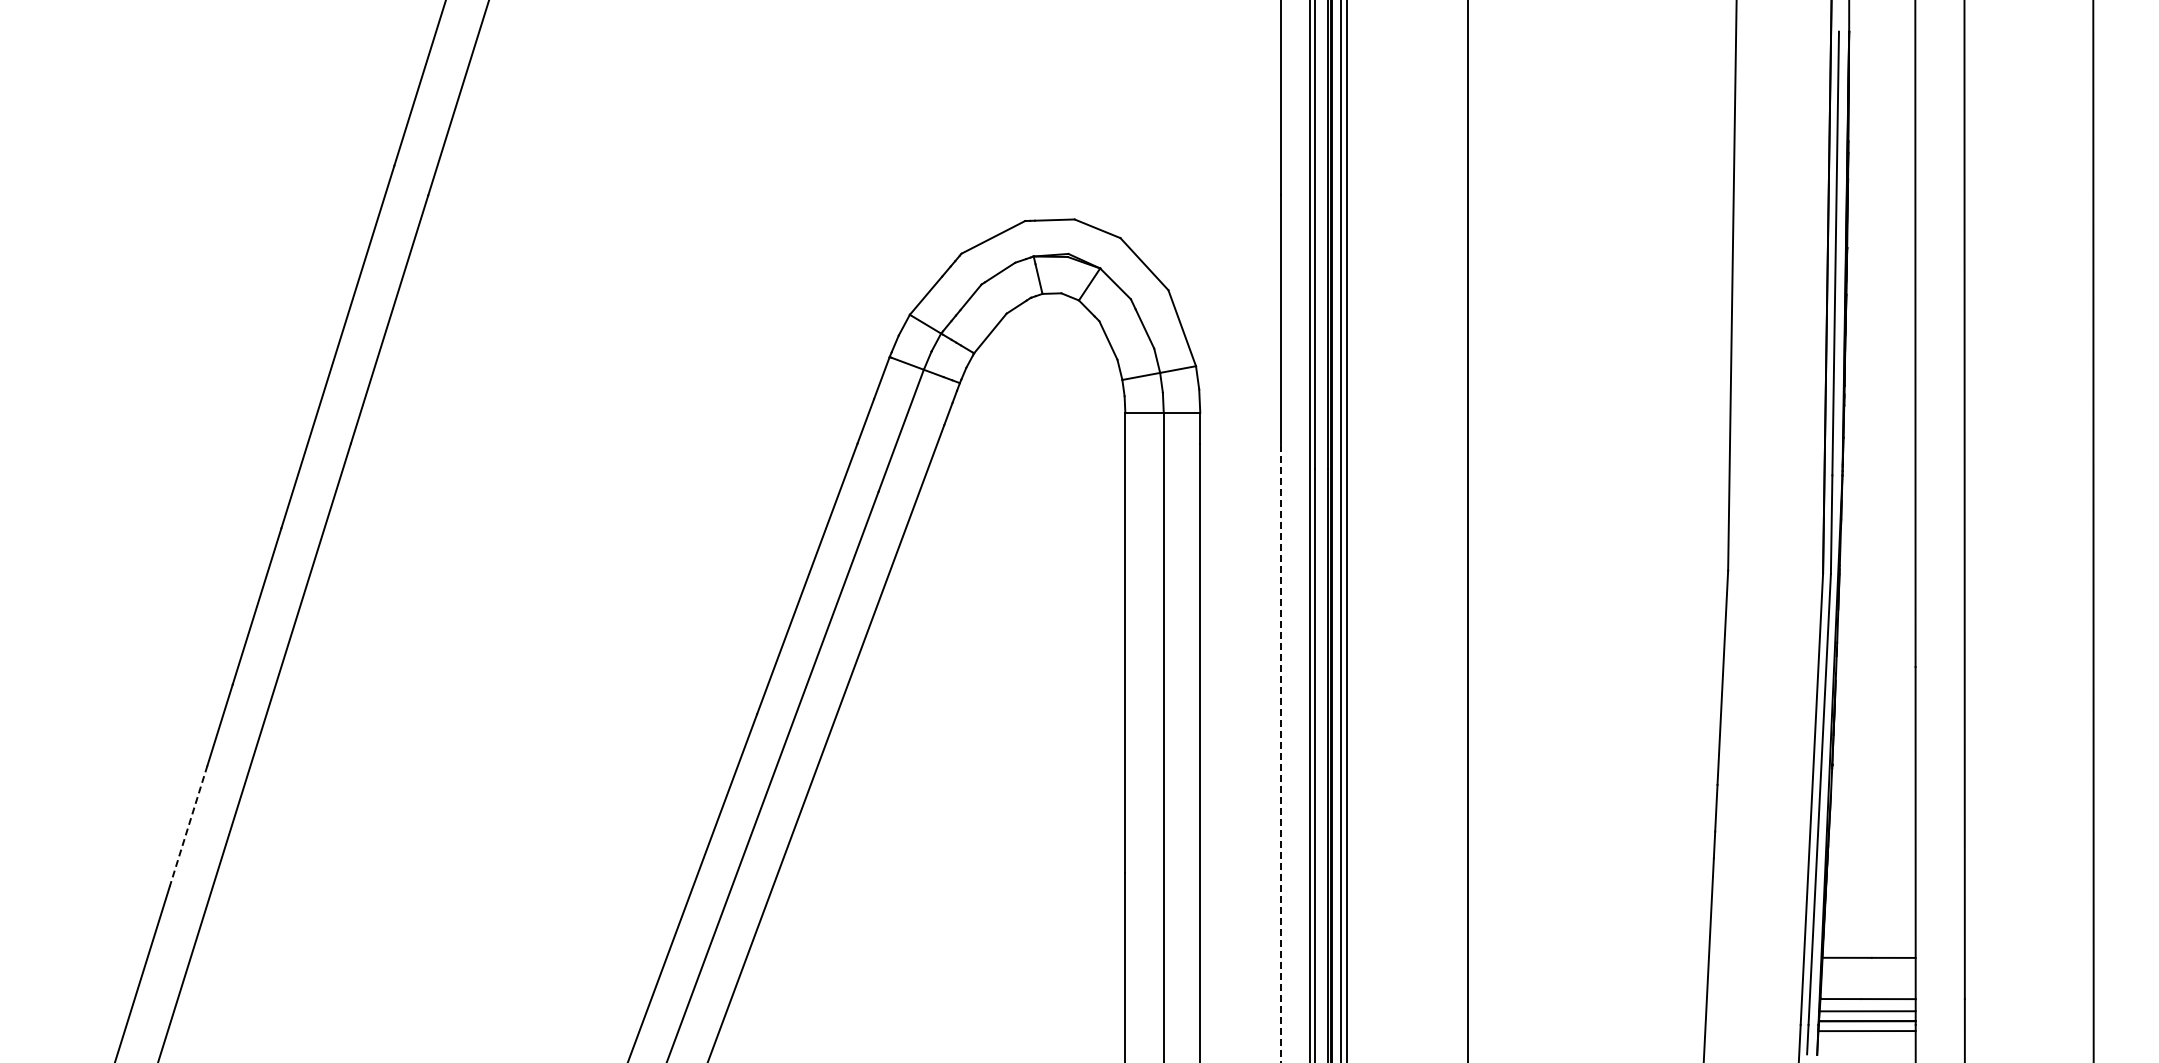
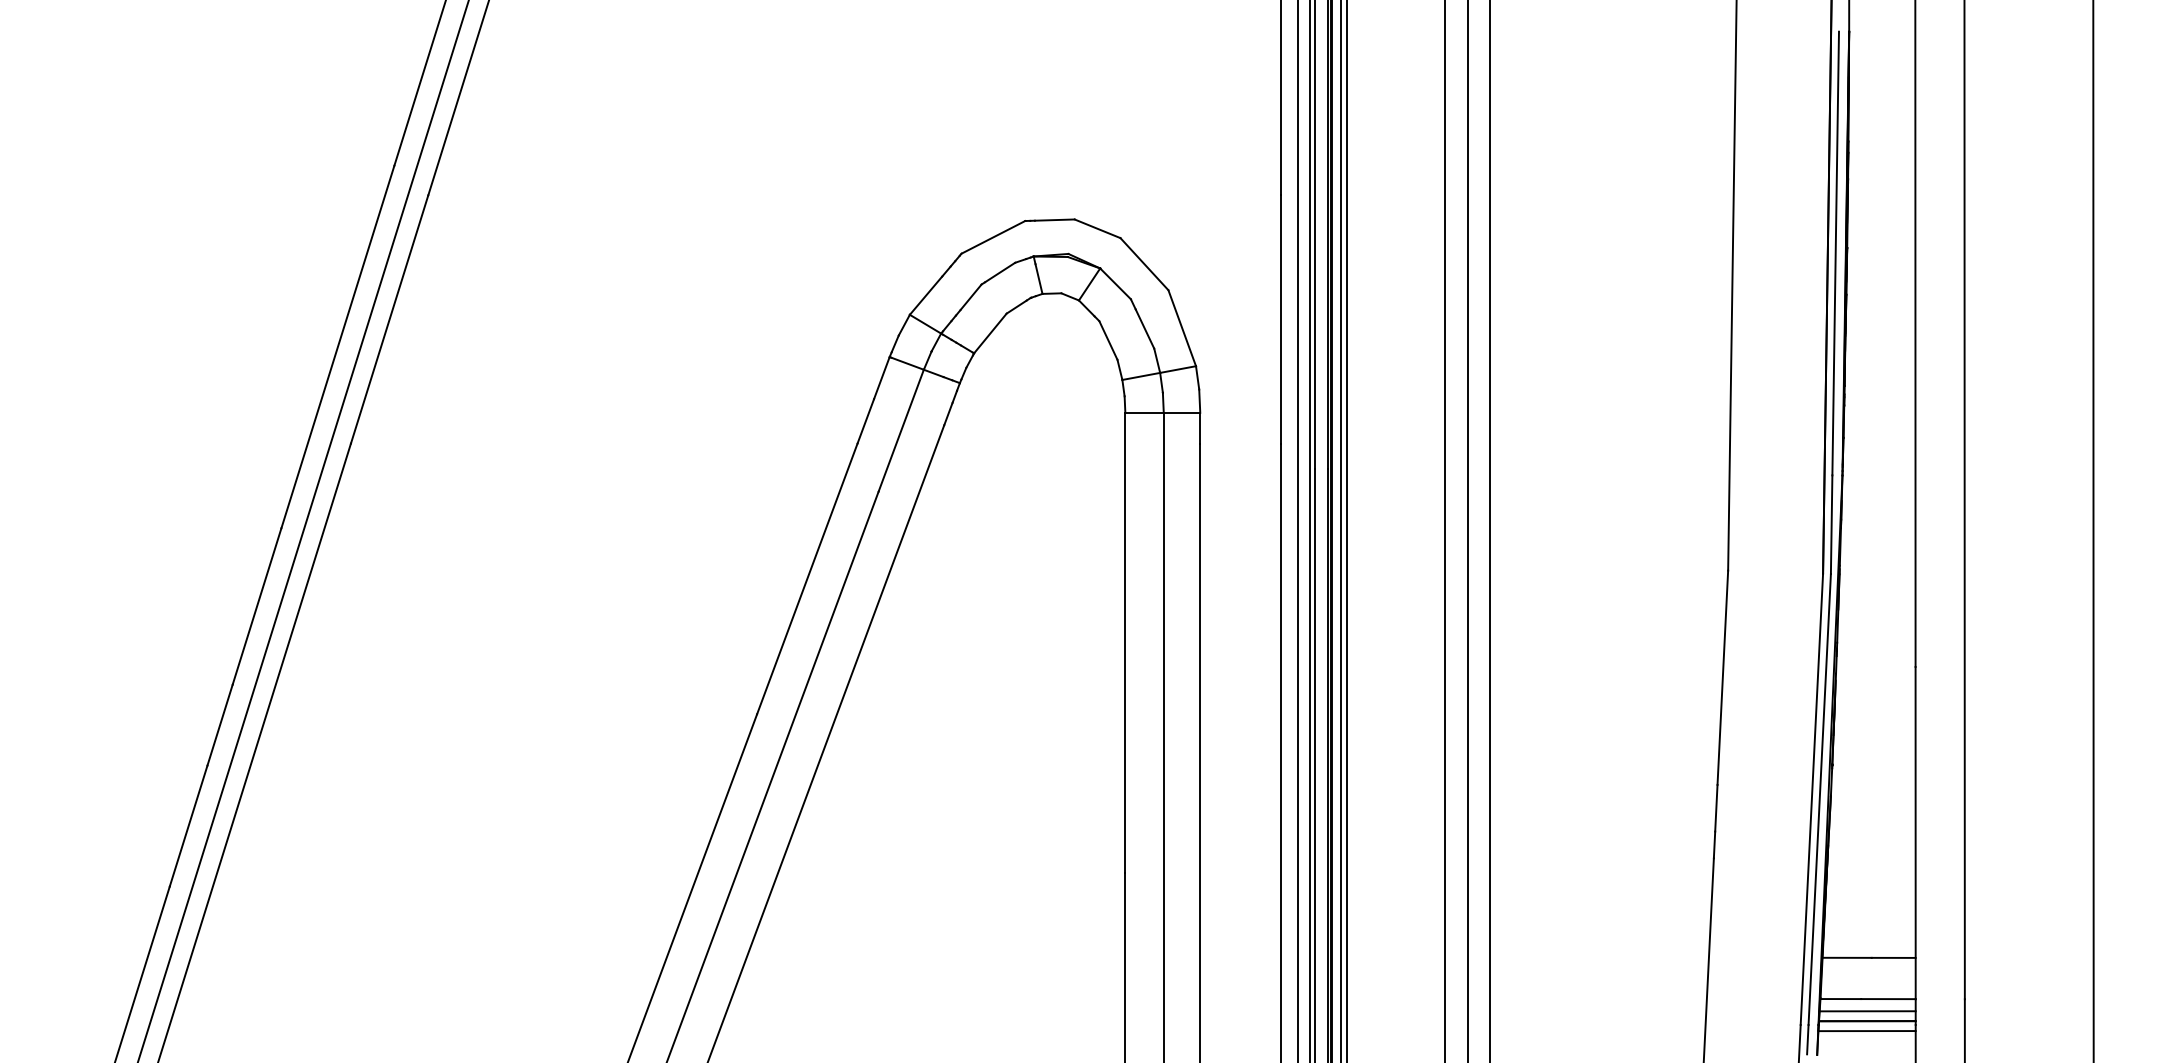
line at (303, 530): none -> present
line at (1298, 530): none -> present
line at (1445, 530): none -> present
line at (1489, 530): none -> present
line at (1280, 752): dashed -> solid
line at (188, 826): dashed -> solid
